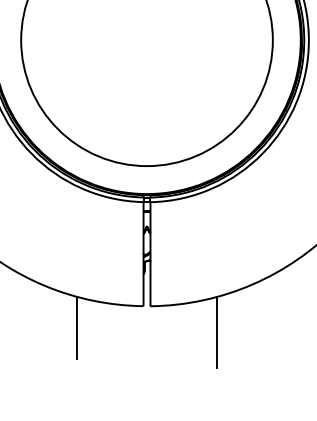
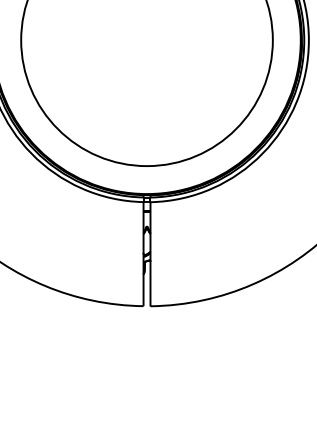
line at (77, 327): present -> none
line at (216, 332): present -> none
